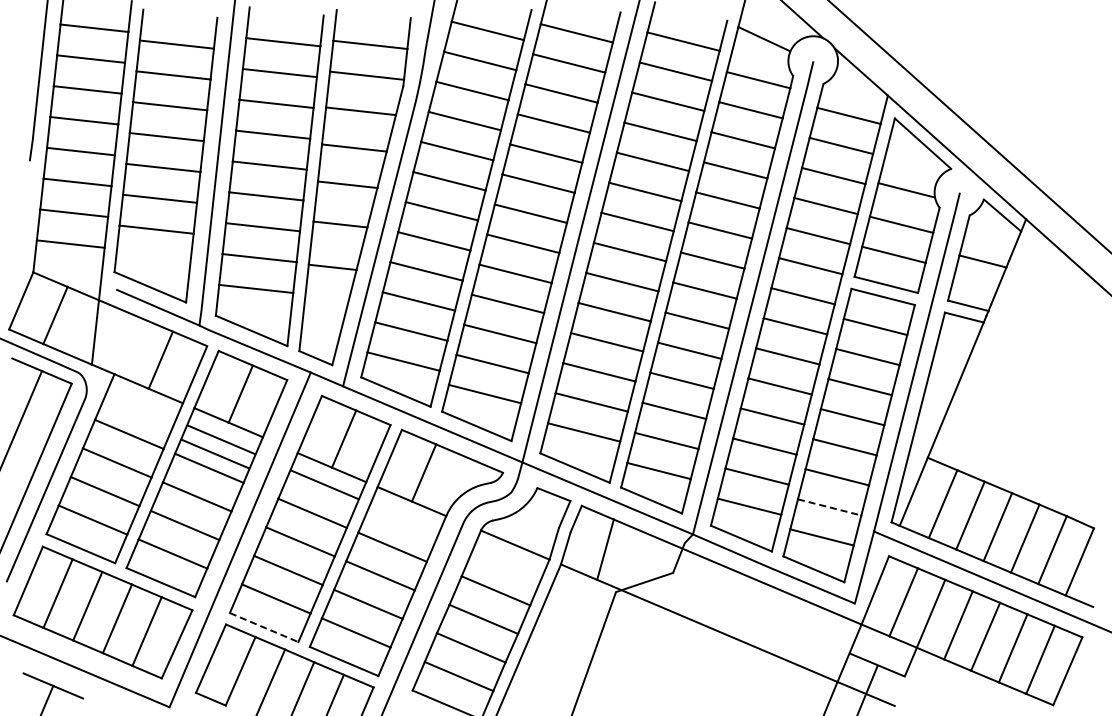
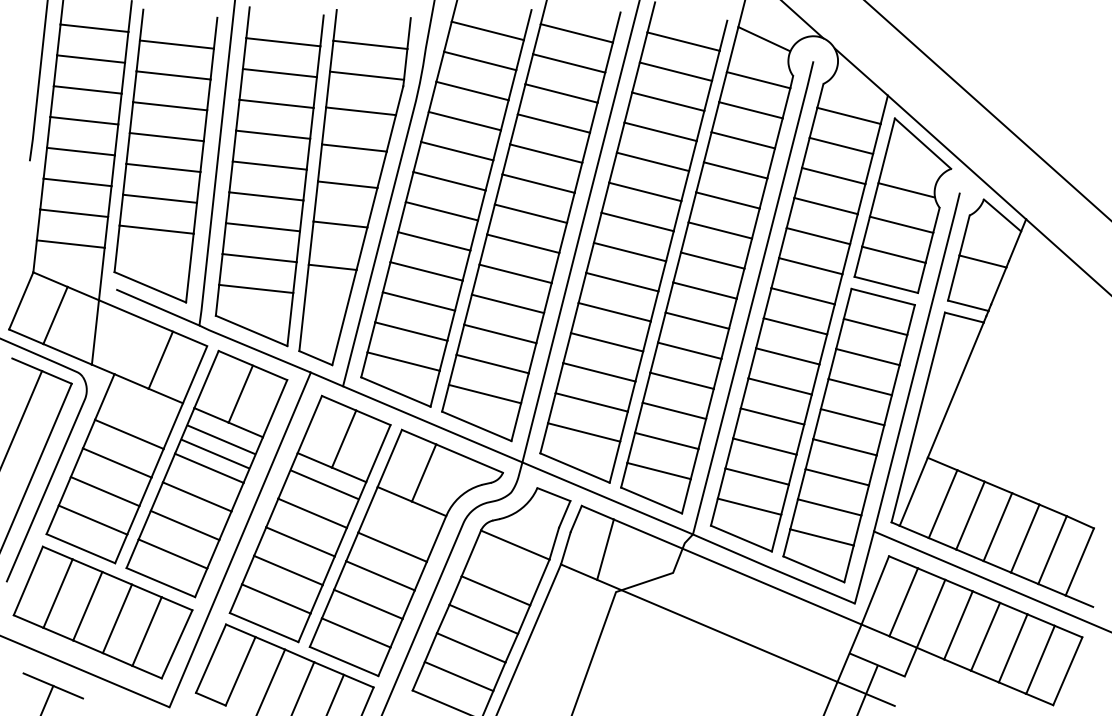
line at (969, 126) position: (969, 126) -> (987, 110)
line at (829, 507): dashed -> solid
line at (264, 627): dashed -> solid
